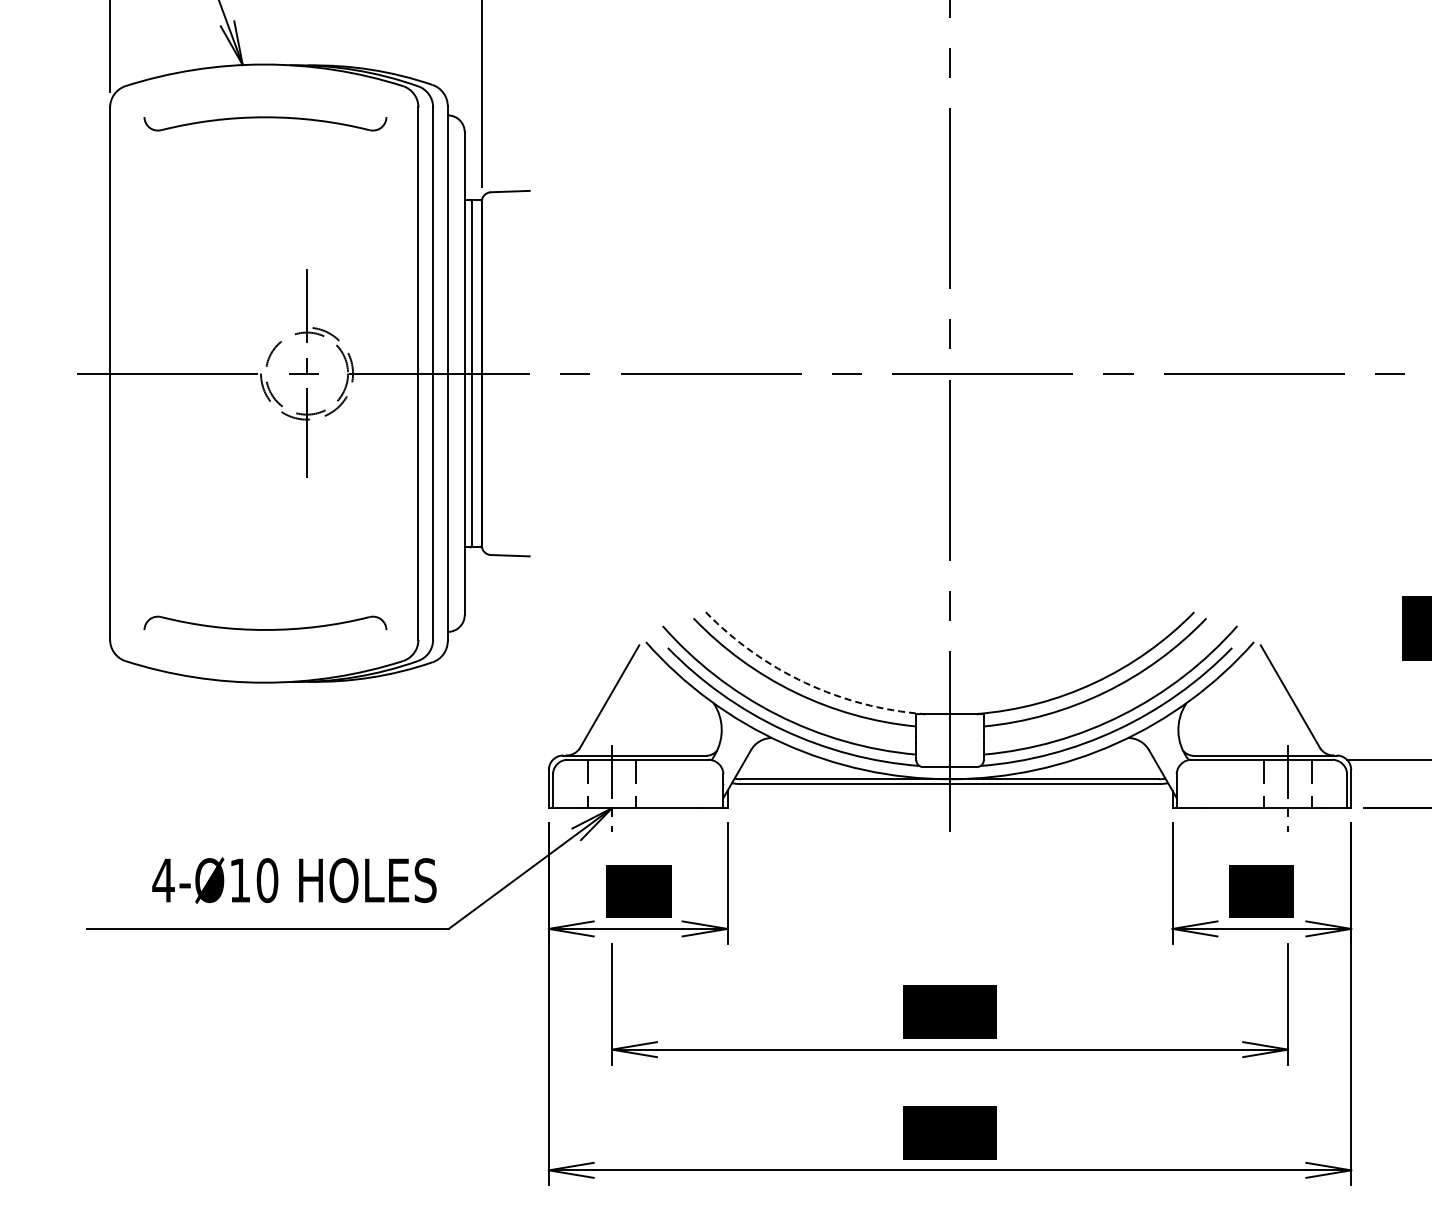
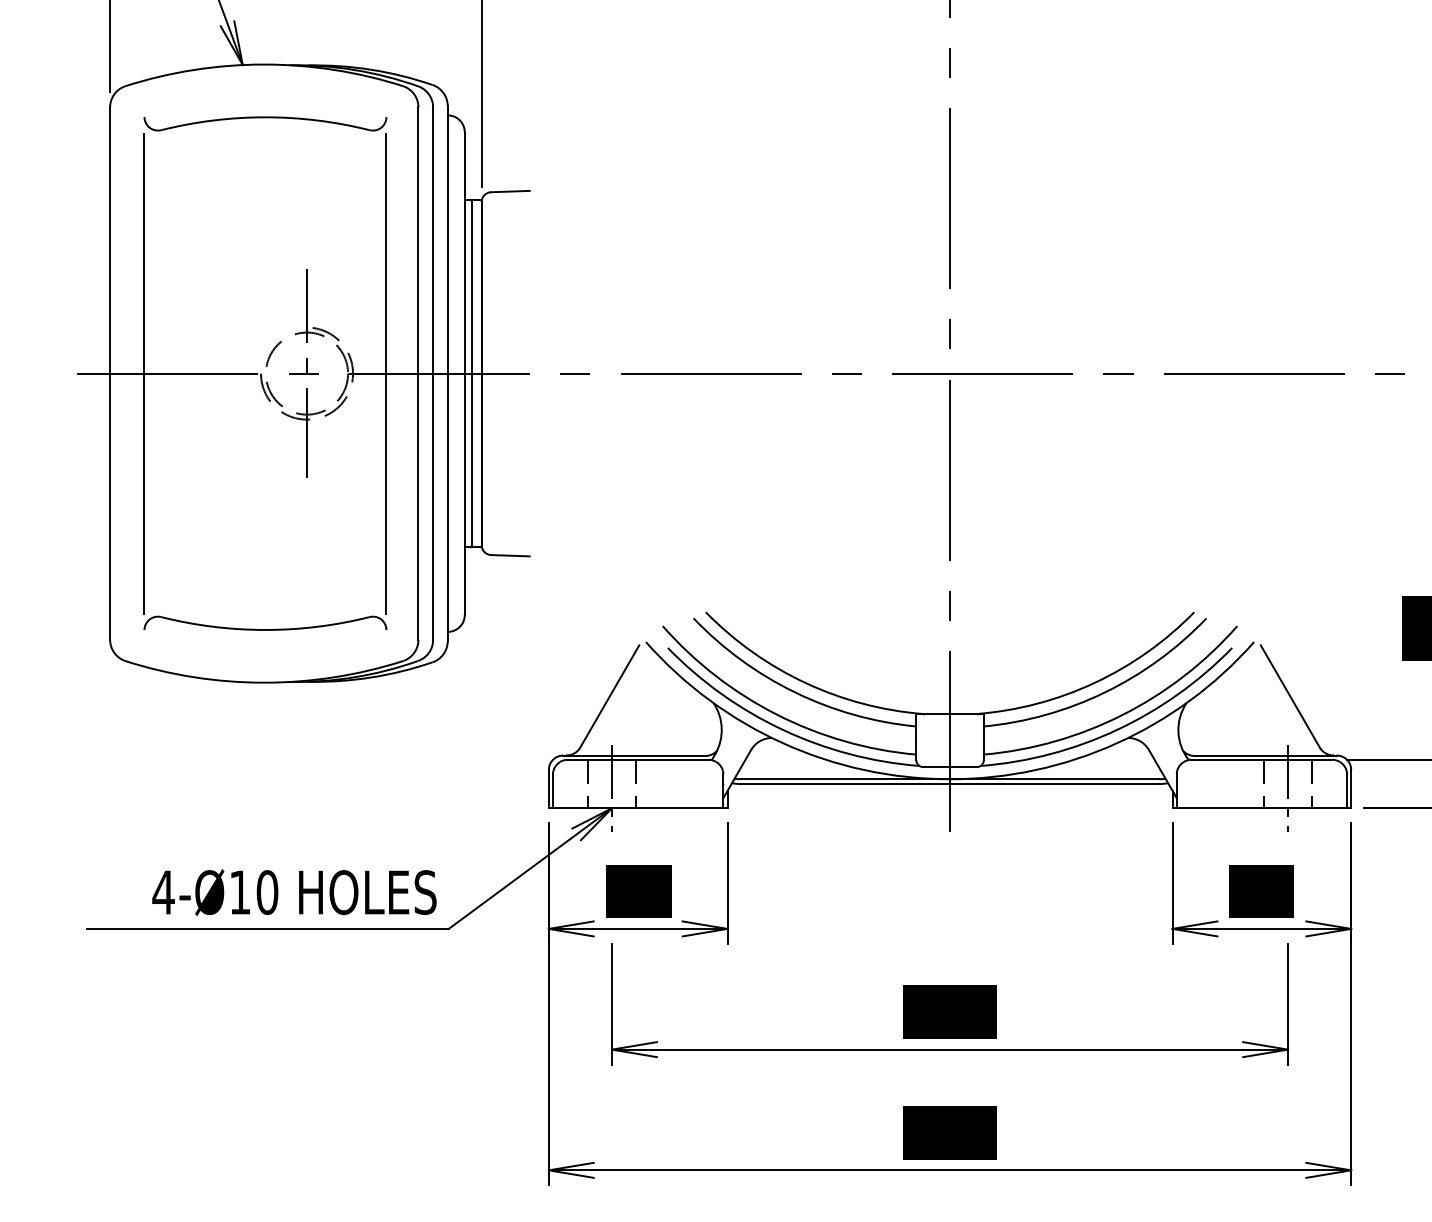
line at (144, 373): none -> present
line at (386, 373): none -> present
arc at (805, 682): dashed -> solid
text at (294, 880) position: (294, 880) -> (294, 892)
